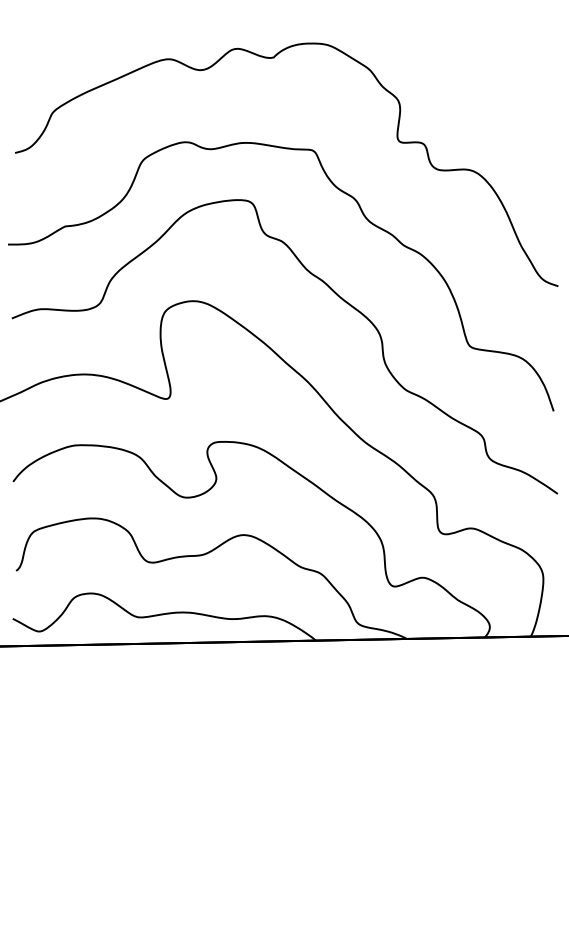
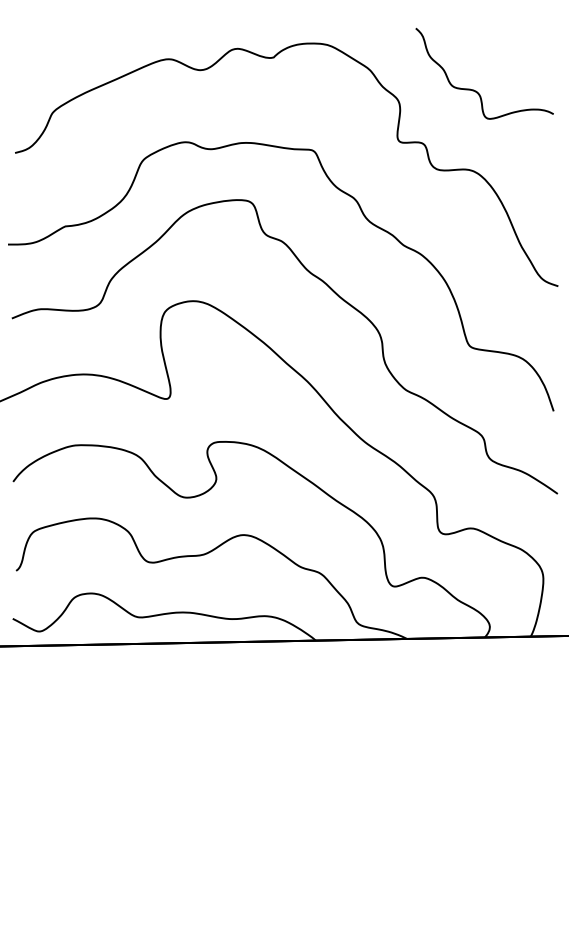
curve at (476, 90): none -> present
